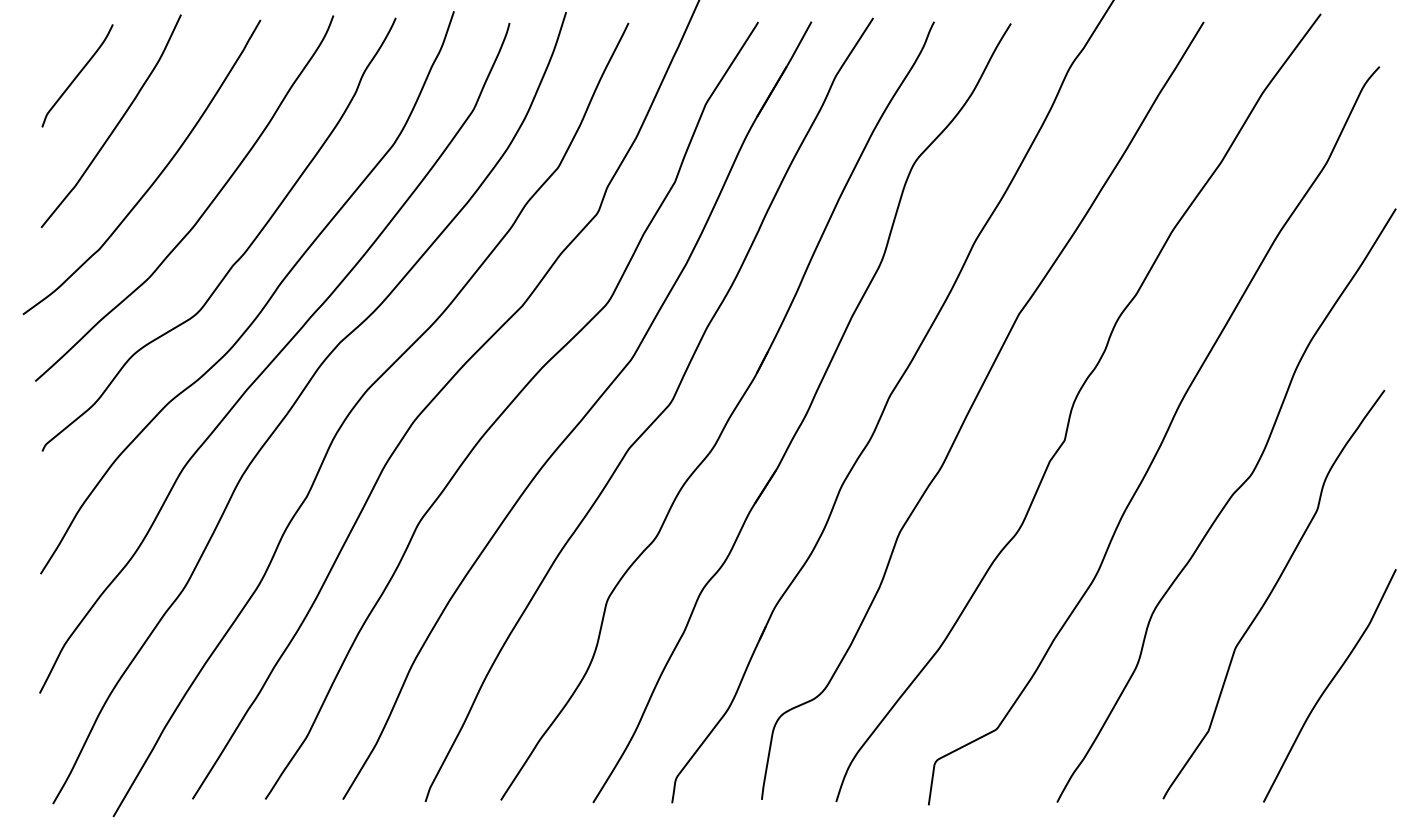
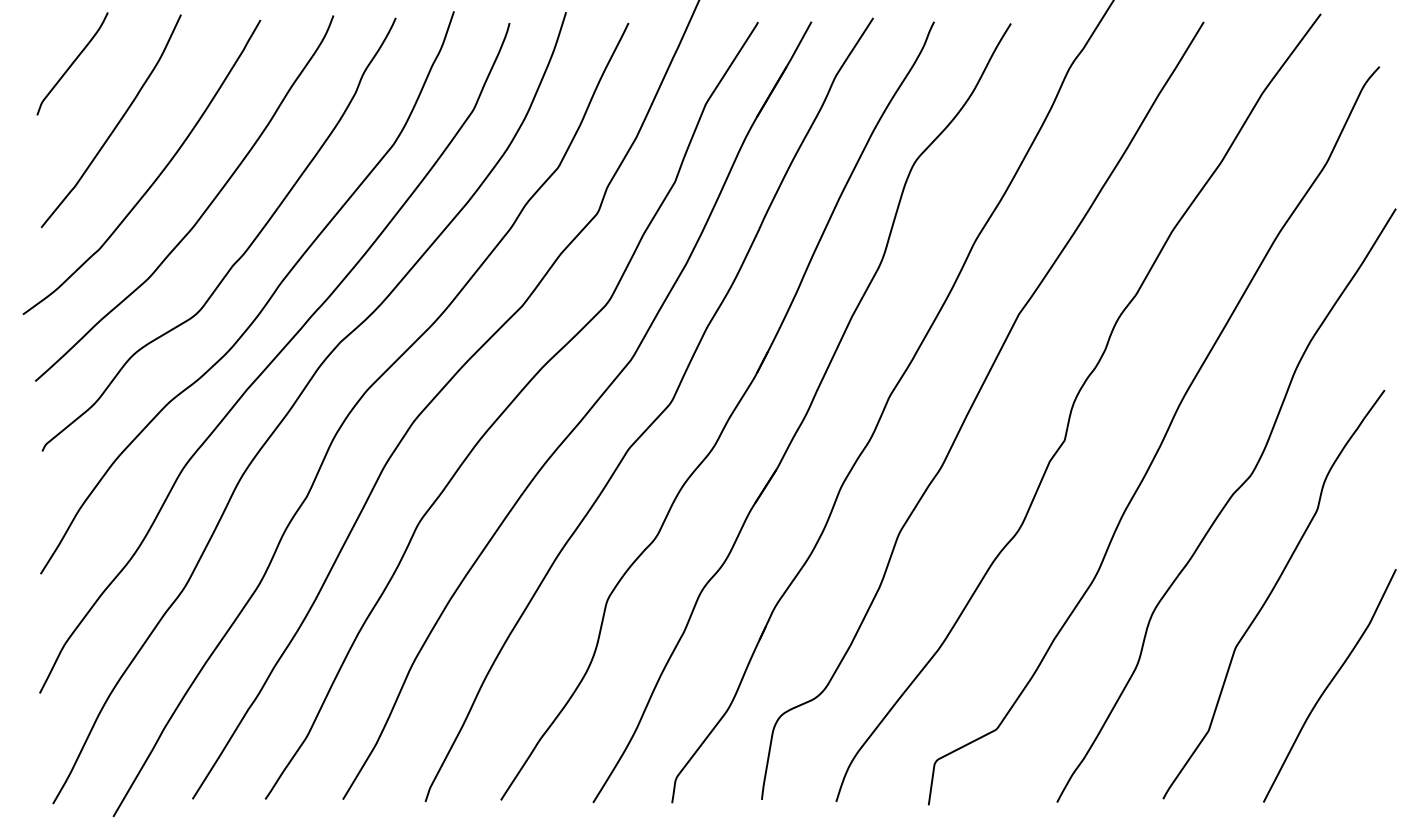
curve at (77, 75) position: (77, 75) -> (72, 63)
